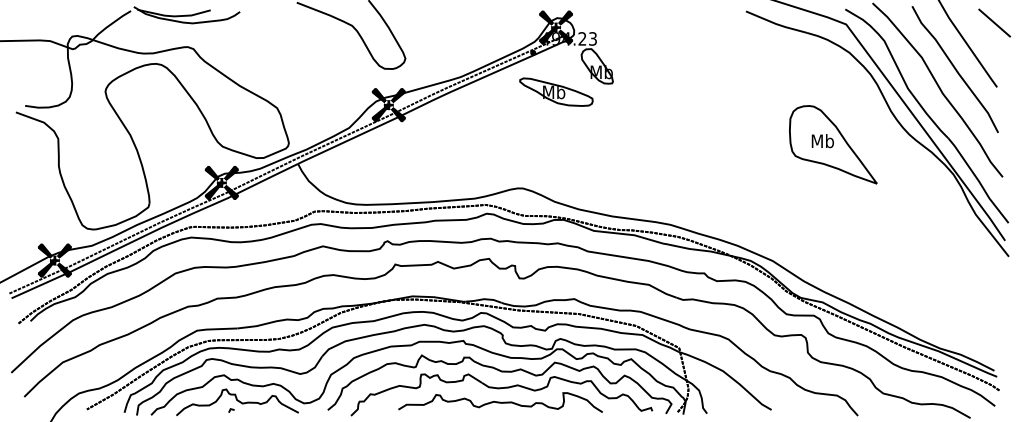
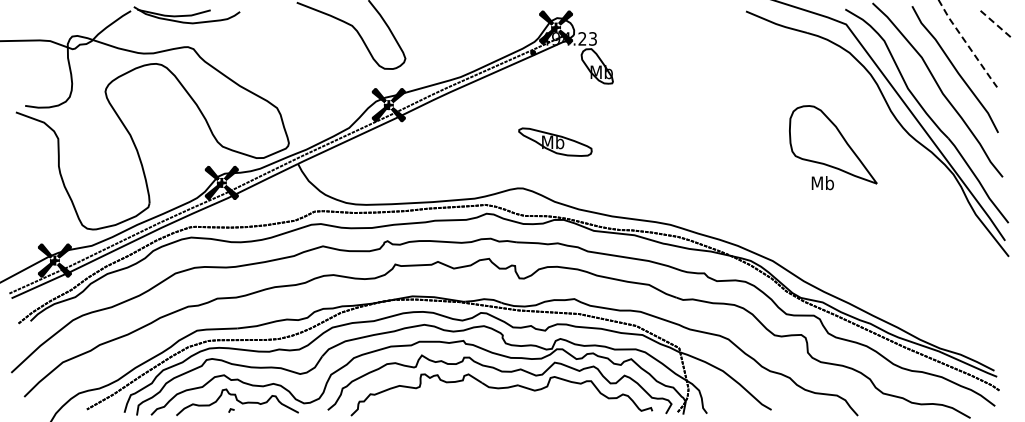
line at (994, 22): solid -> dashed
line at (967, 44): solid -> dashed
part at (556, 91) position: (556, 91) -> (555, 141)
text at (822, 141) position: (822, 141) -> (822, 183)
curve at (500, 402): present -> none
